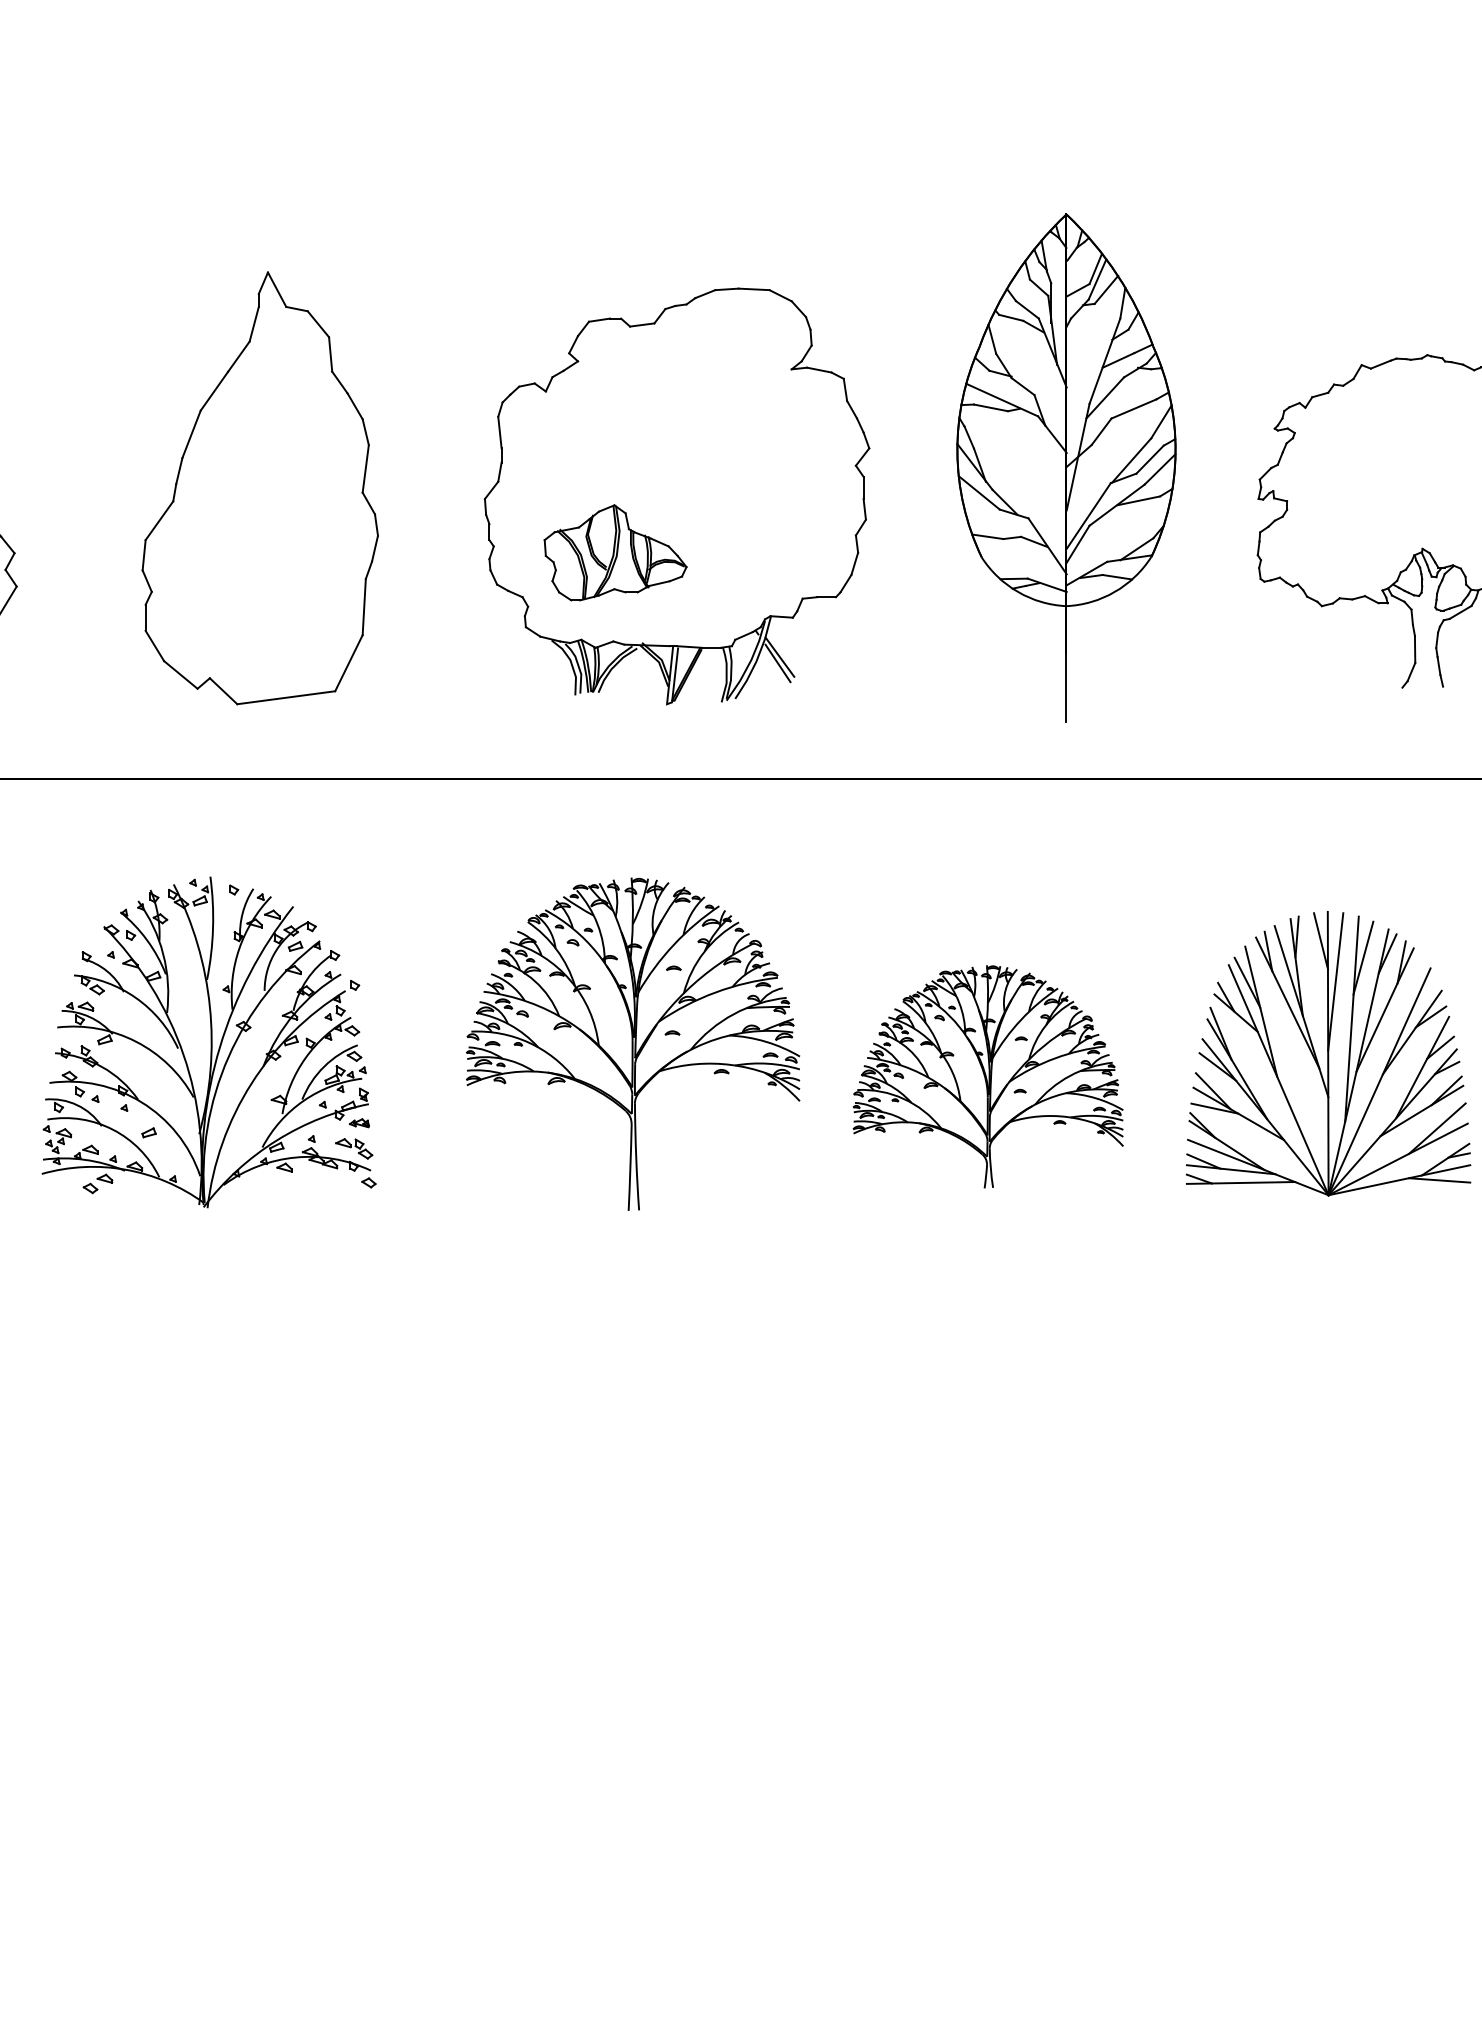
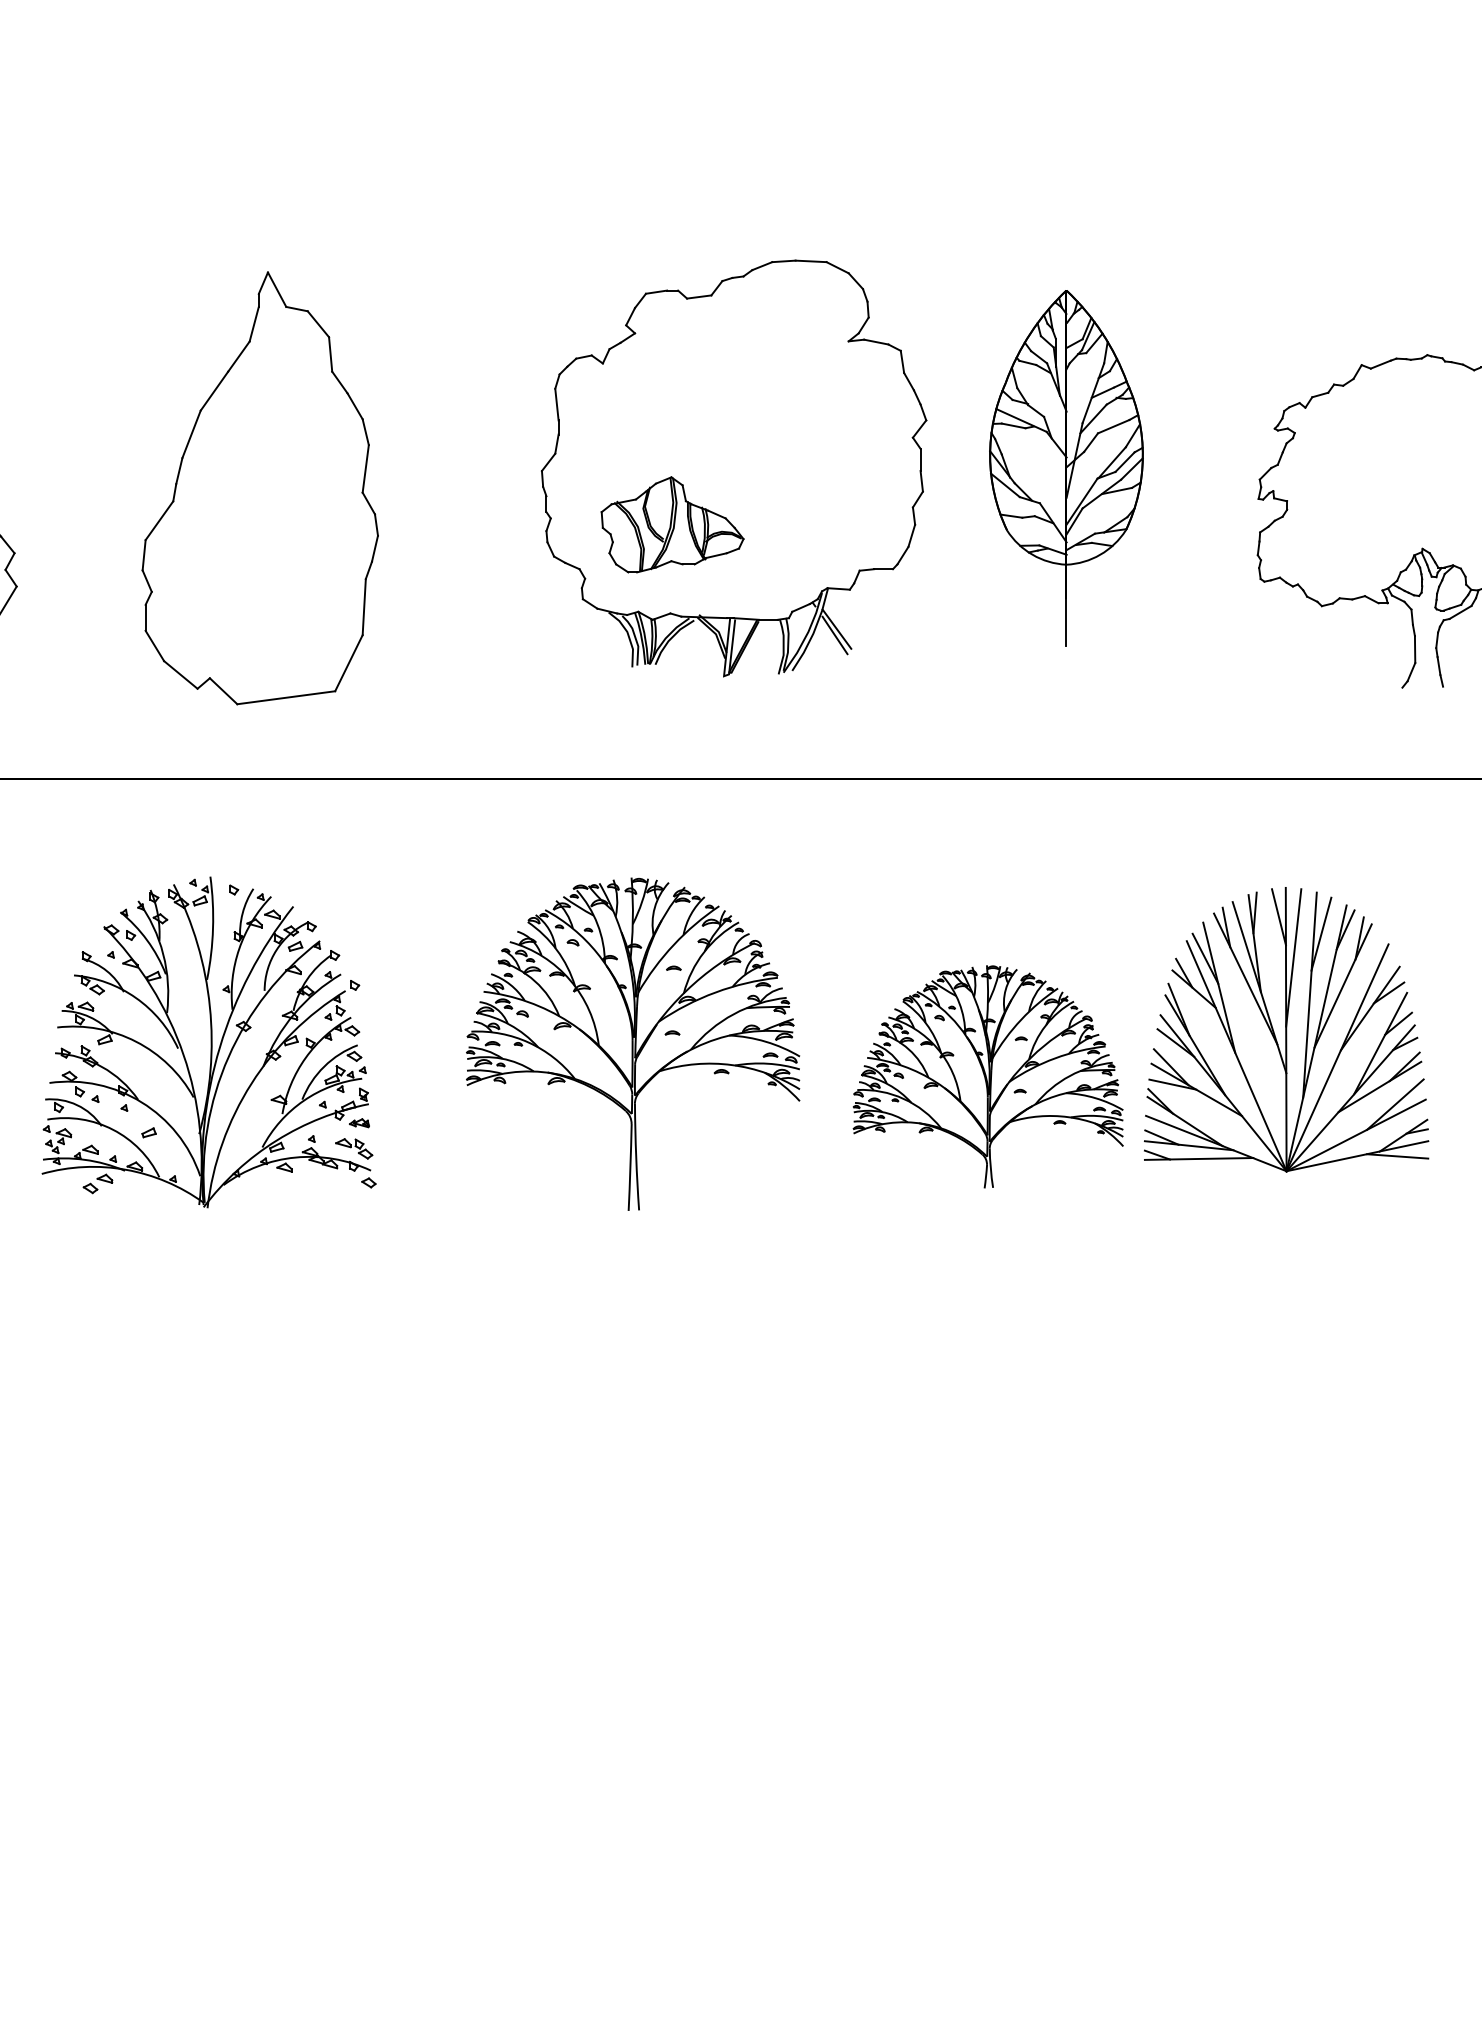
part at (1066, 467) size: 221x510 px -> 155x357 px
part at (677, 496) position: (677, 496) -> (734, 468)
part at (1328, 1053) position: (1328, 1053) -> (1286, 1029)
